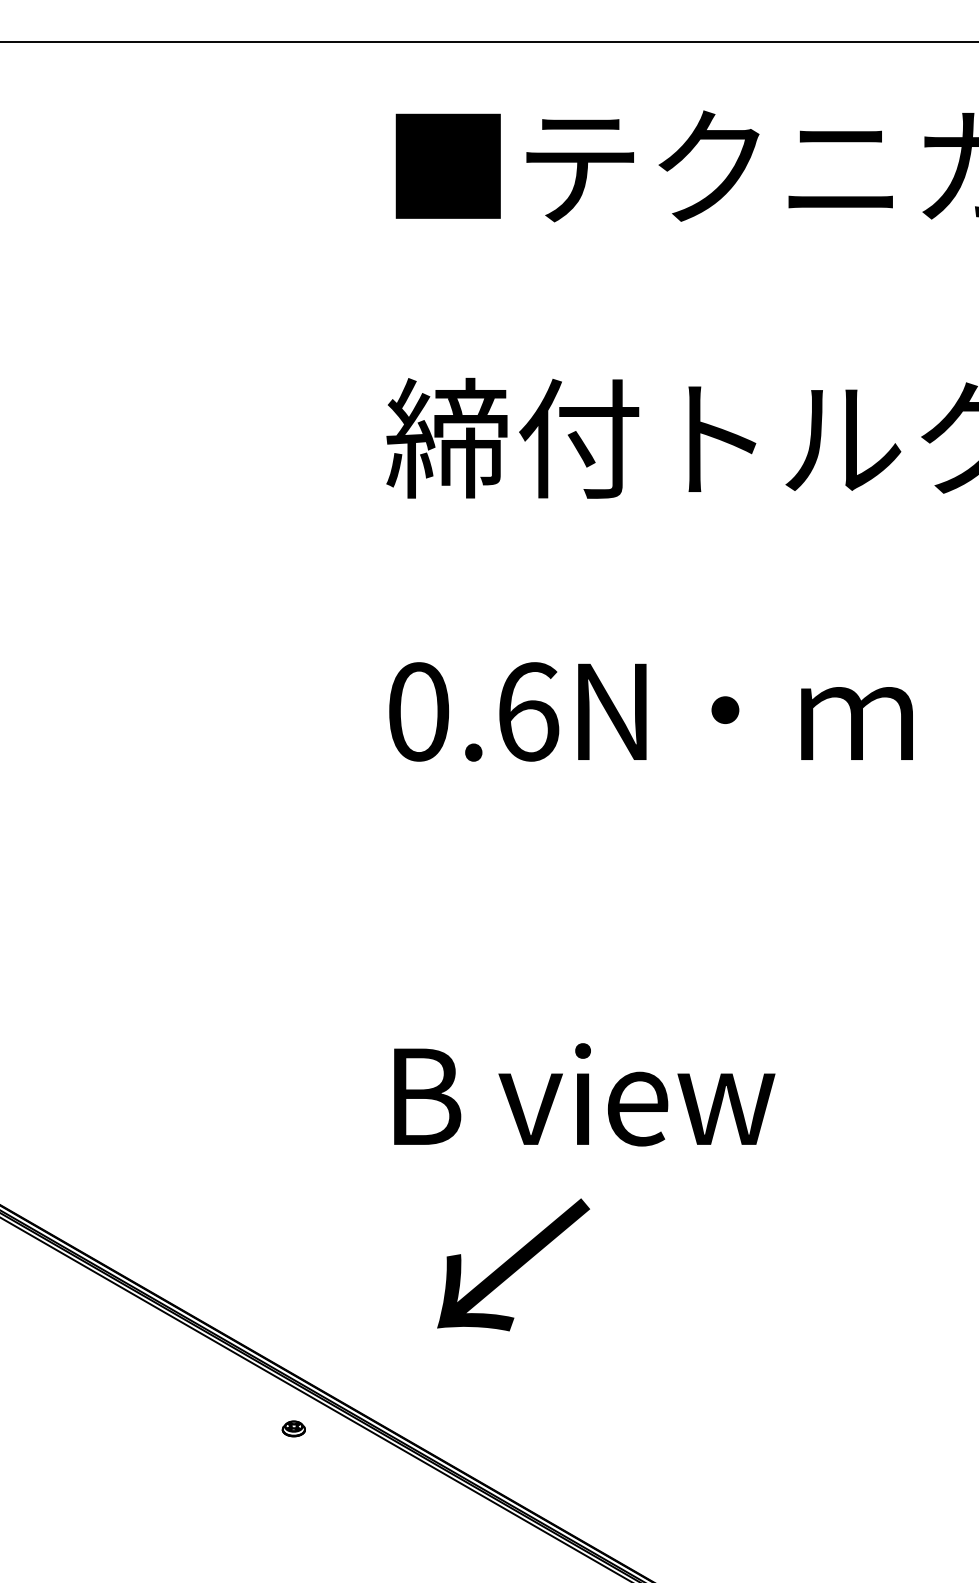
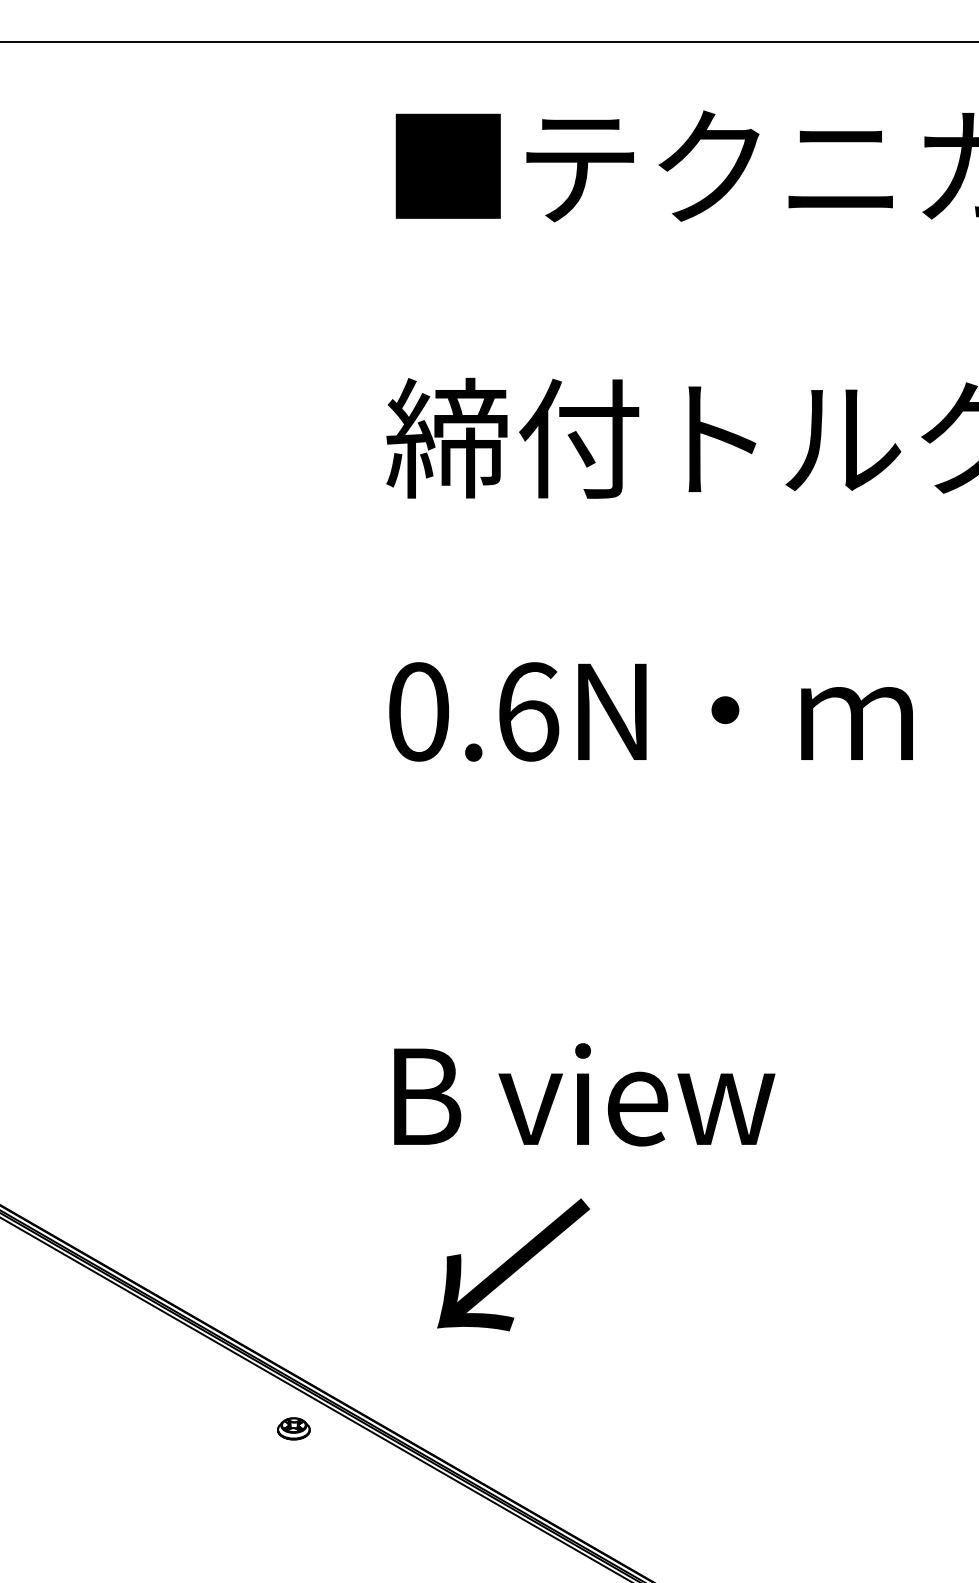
part at (293, 1428) size: 25x18 px -> 34x24 px
